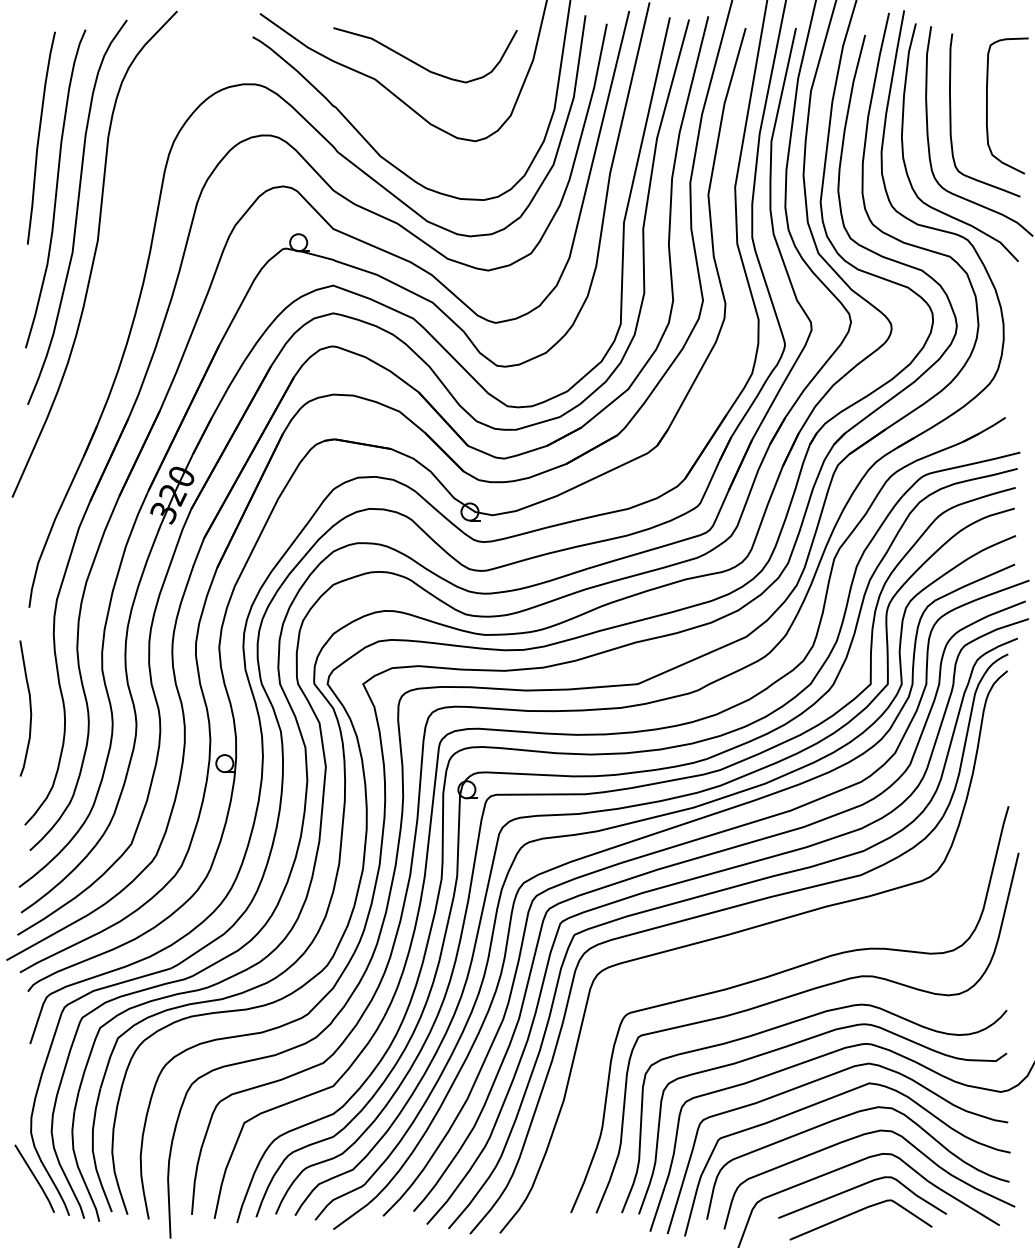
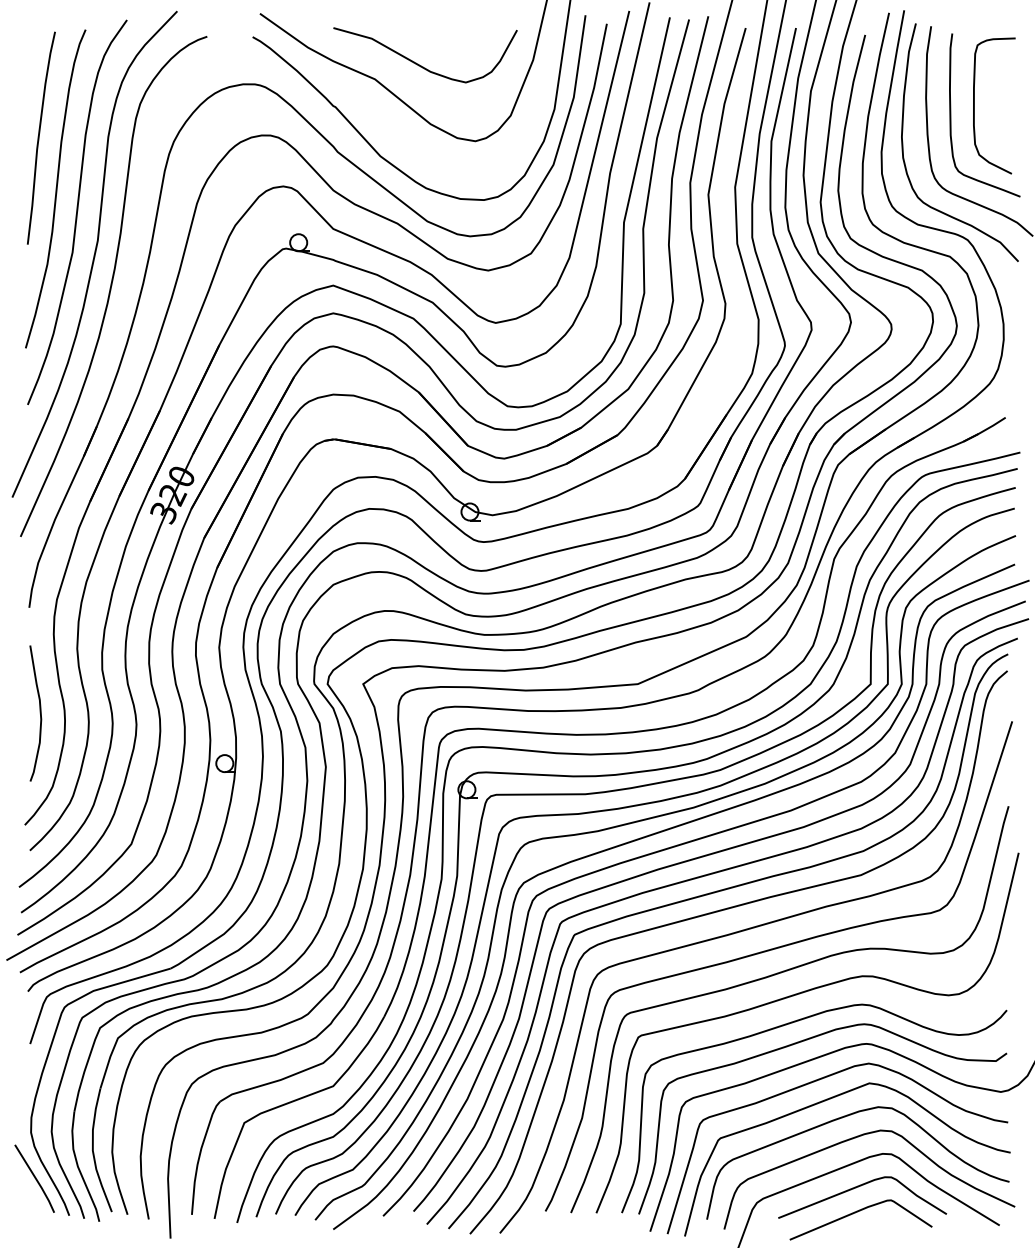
curve at (987, 105) position: (987, 105) -> (974, 105)
curve at (112, 285): none -> present
curve at (29, 708) position: (29, 708) -> (39, 713)
curve at (772, 950): none -> present
